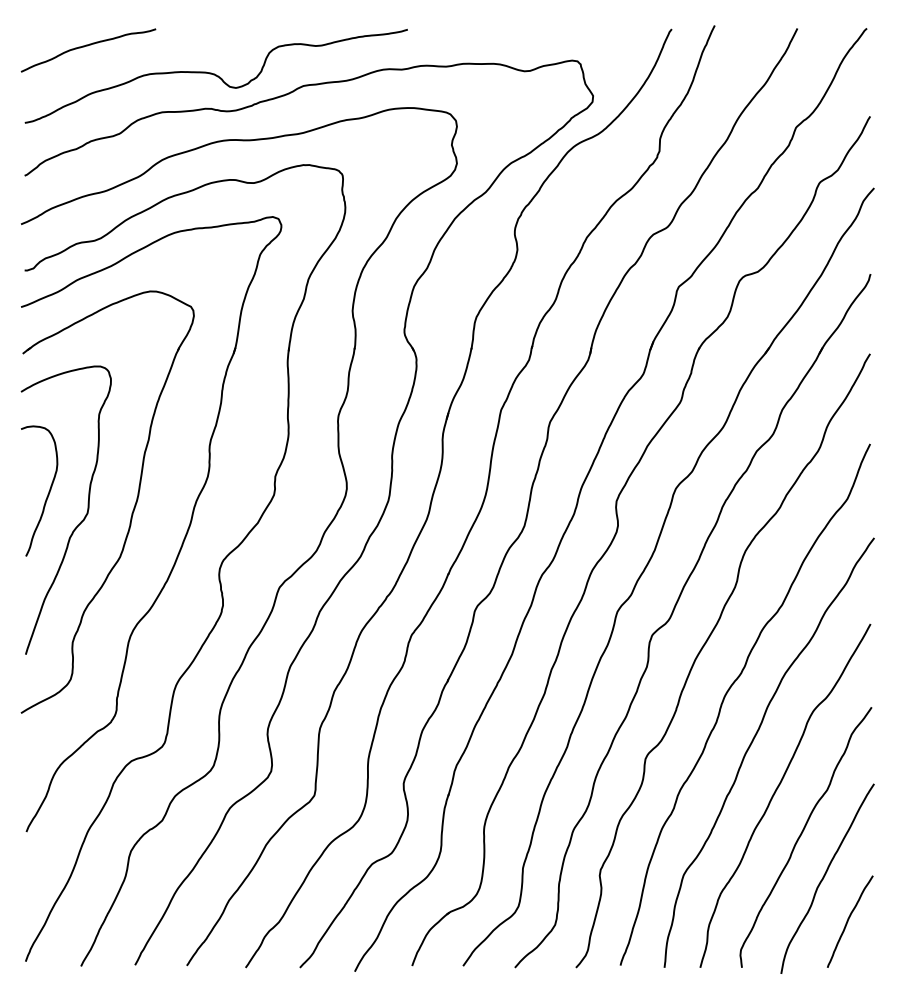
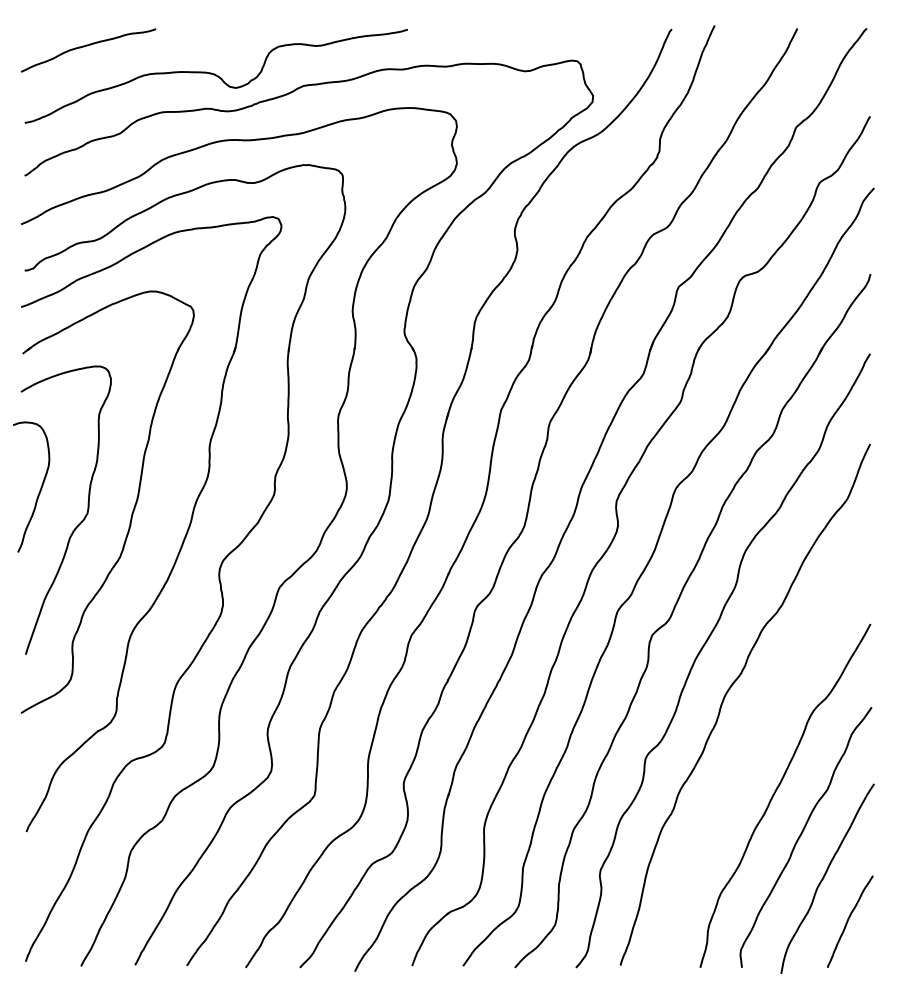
curve at (47, 494) position: (47, 494) -> (39, 490)
curve at (752, 743): present -> none
